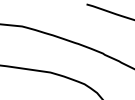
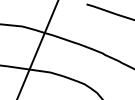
line at (37, 49): none -> present
